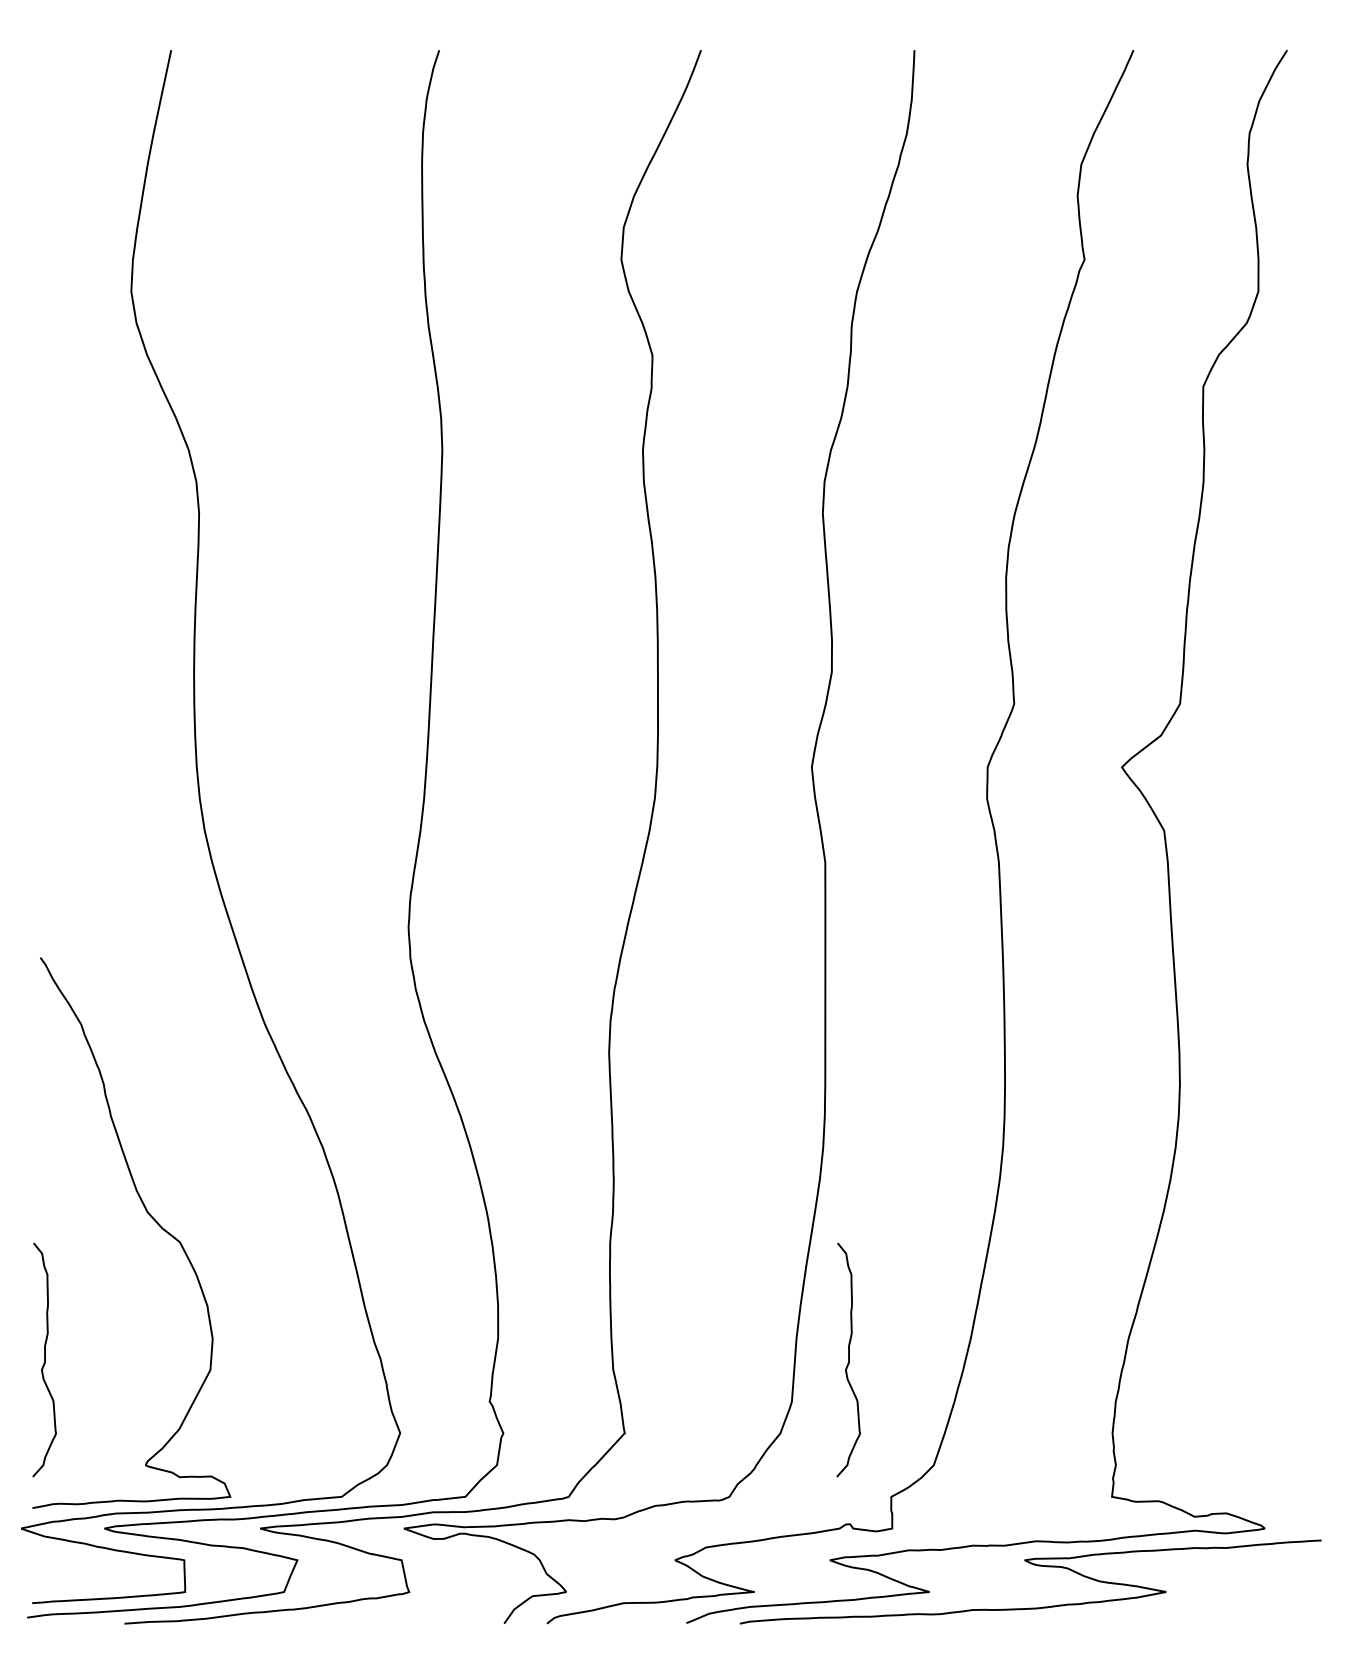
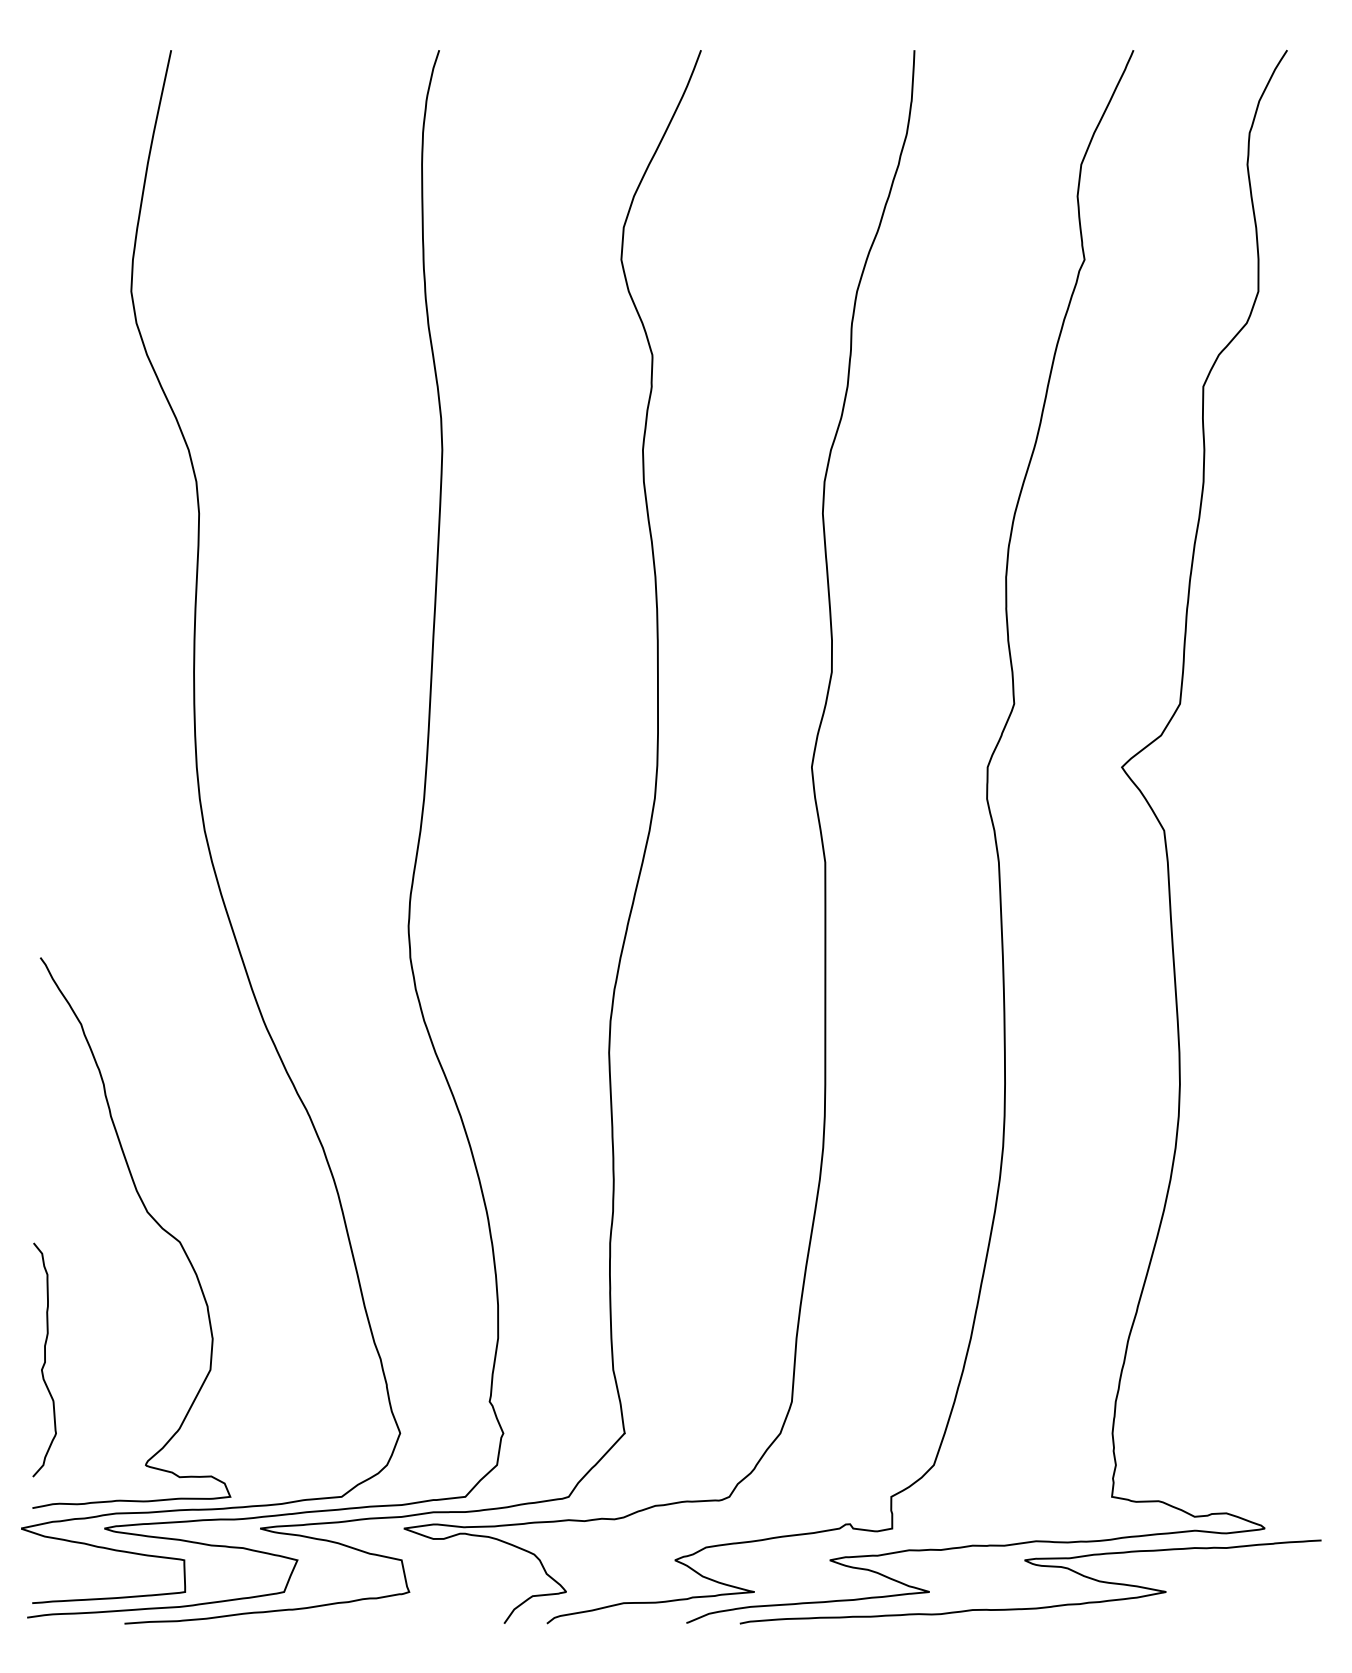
curve at (848, 1359): present -> none
